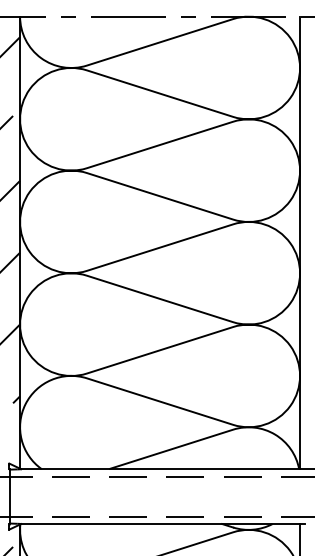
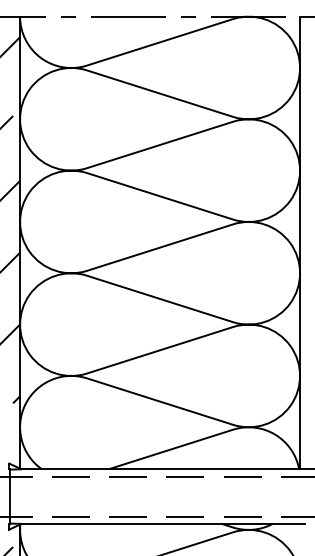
line at (300, 538): present -> none
